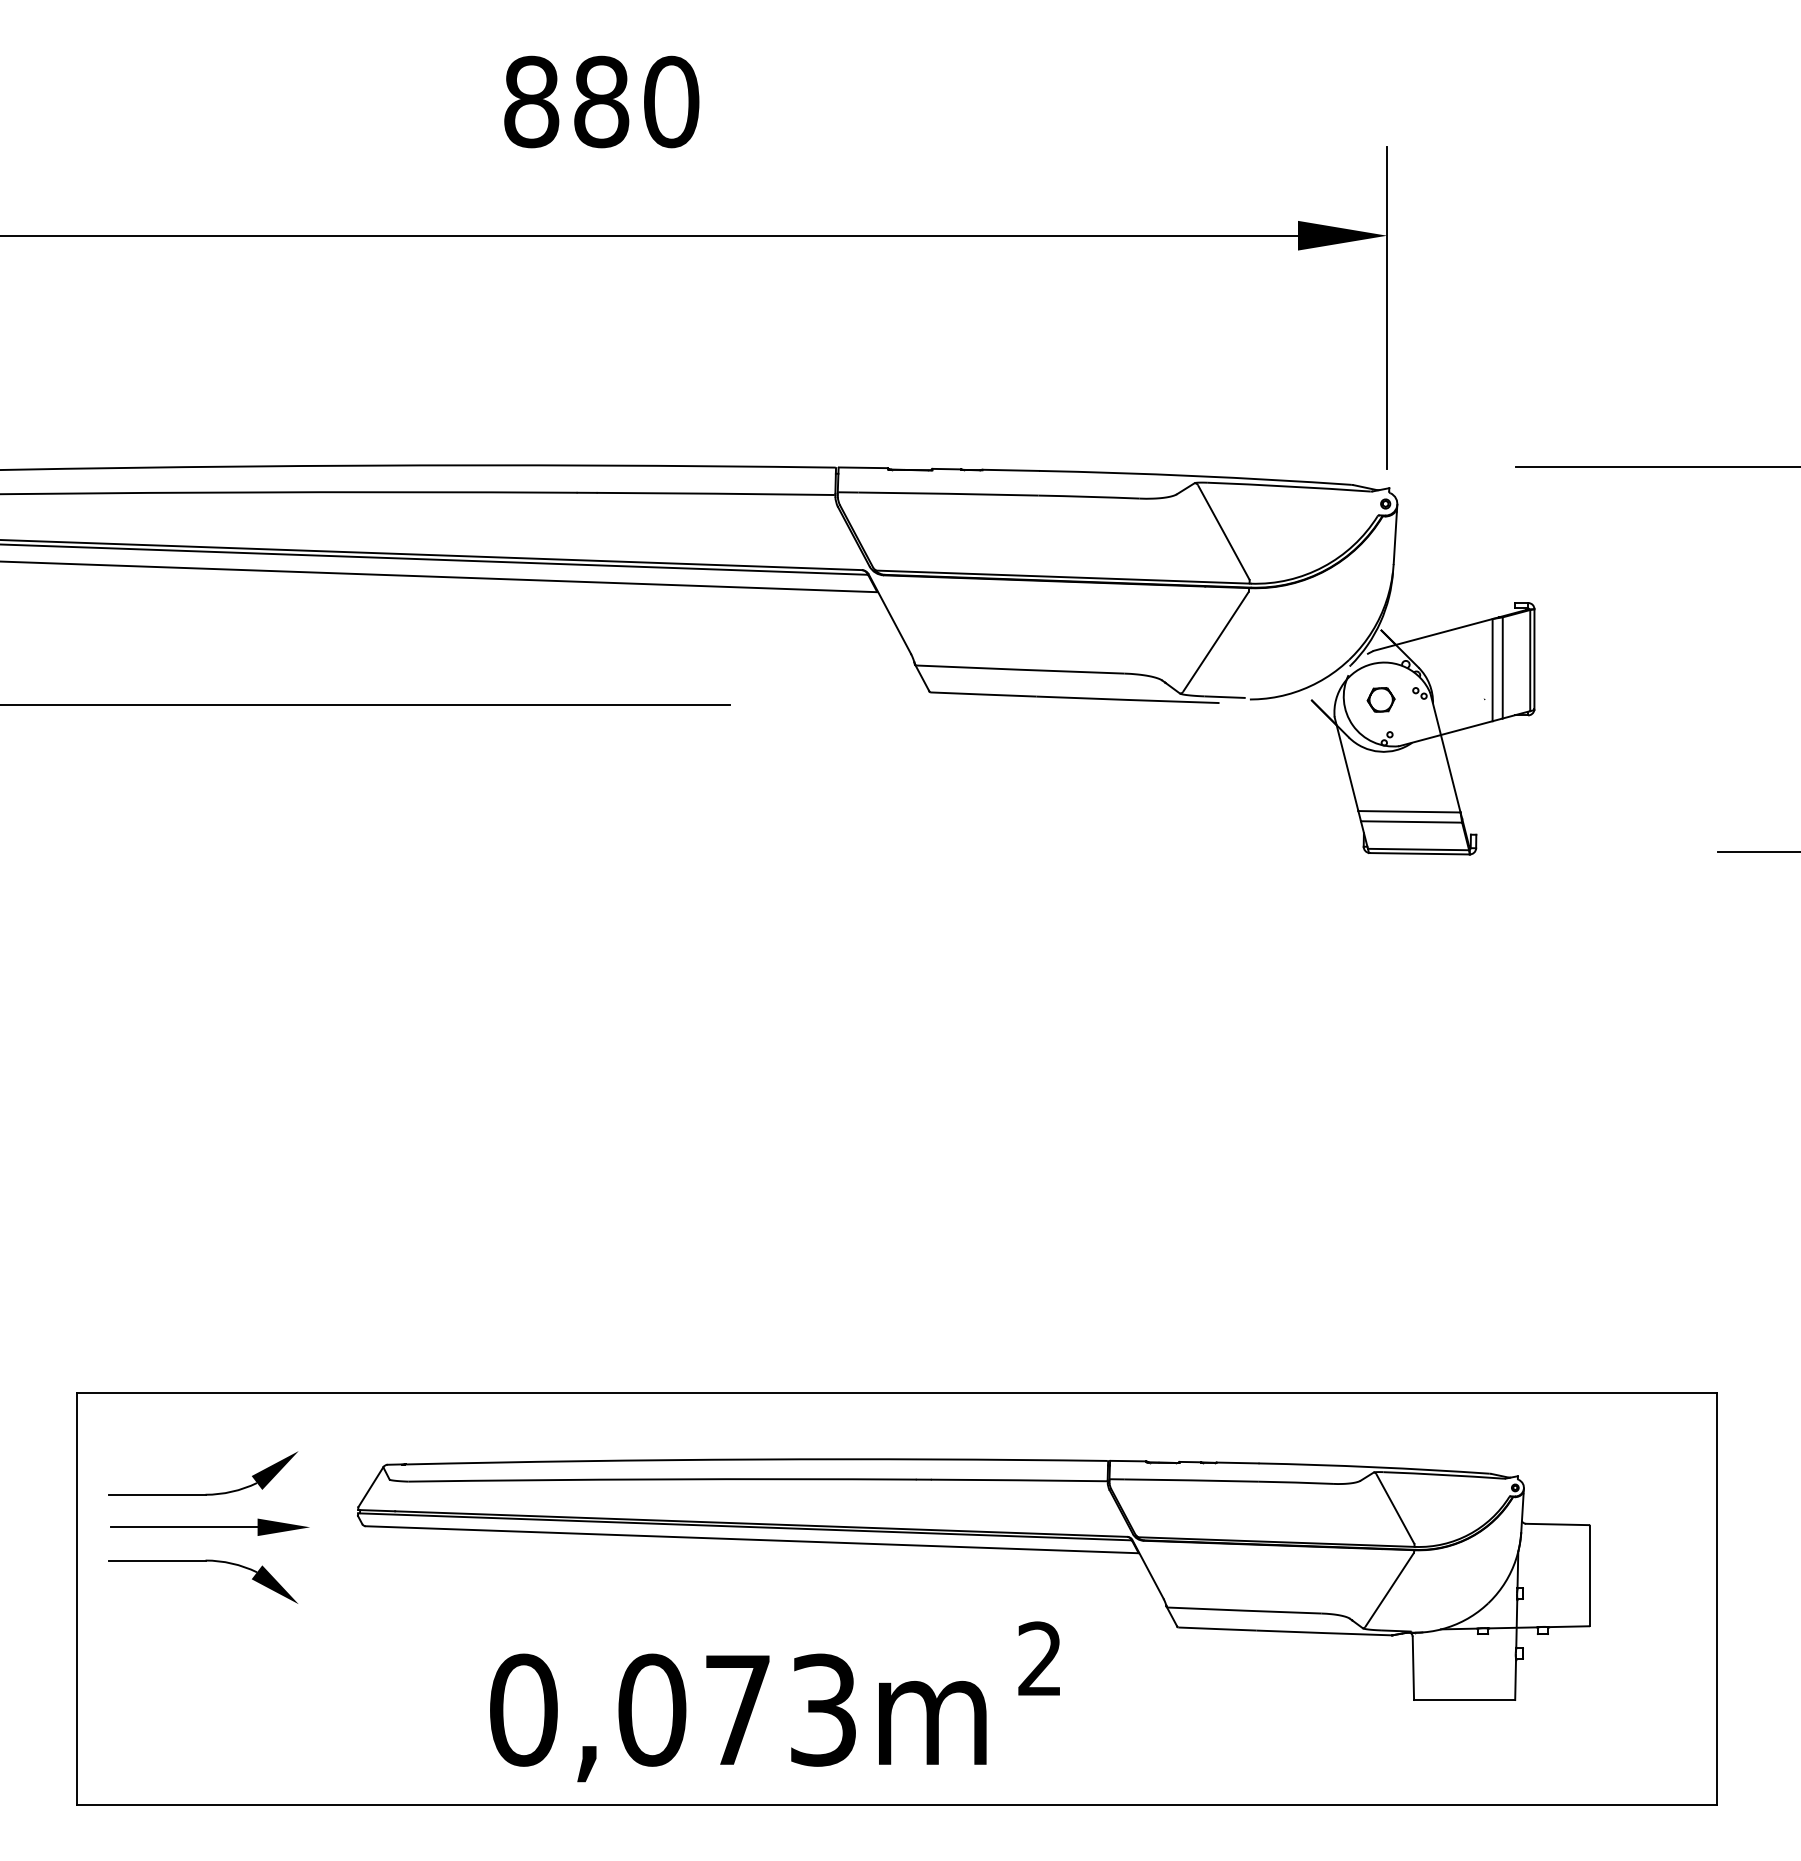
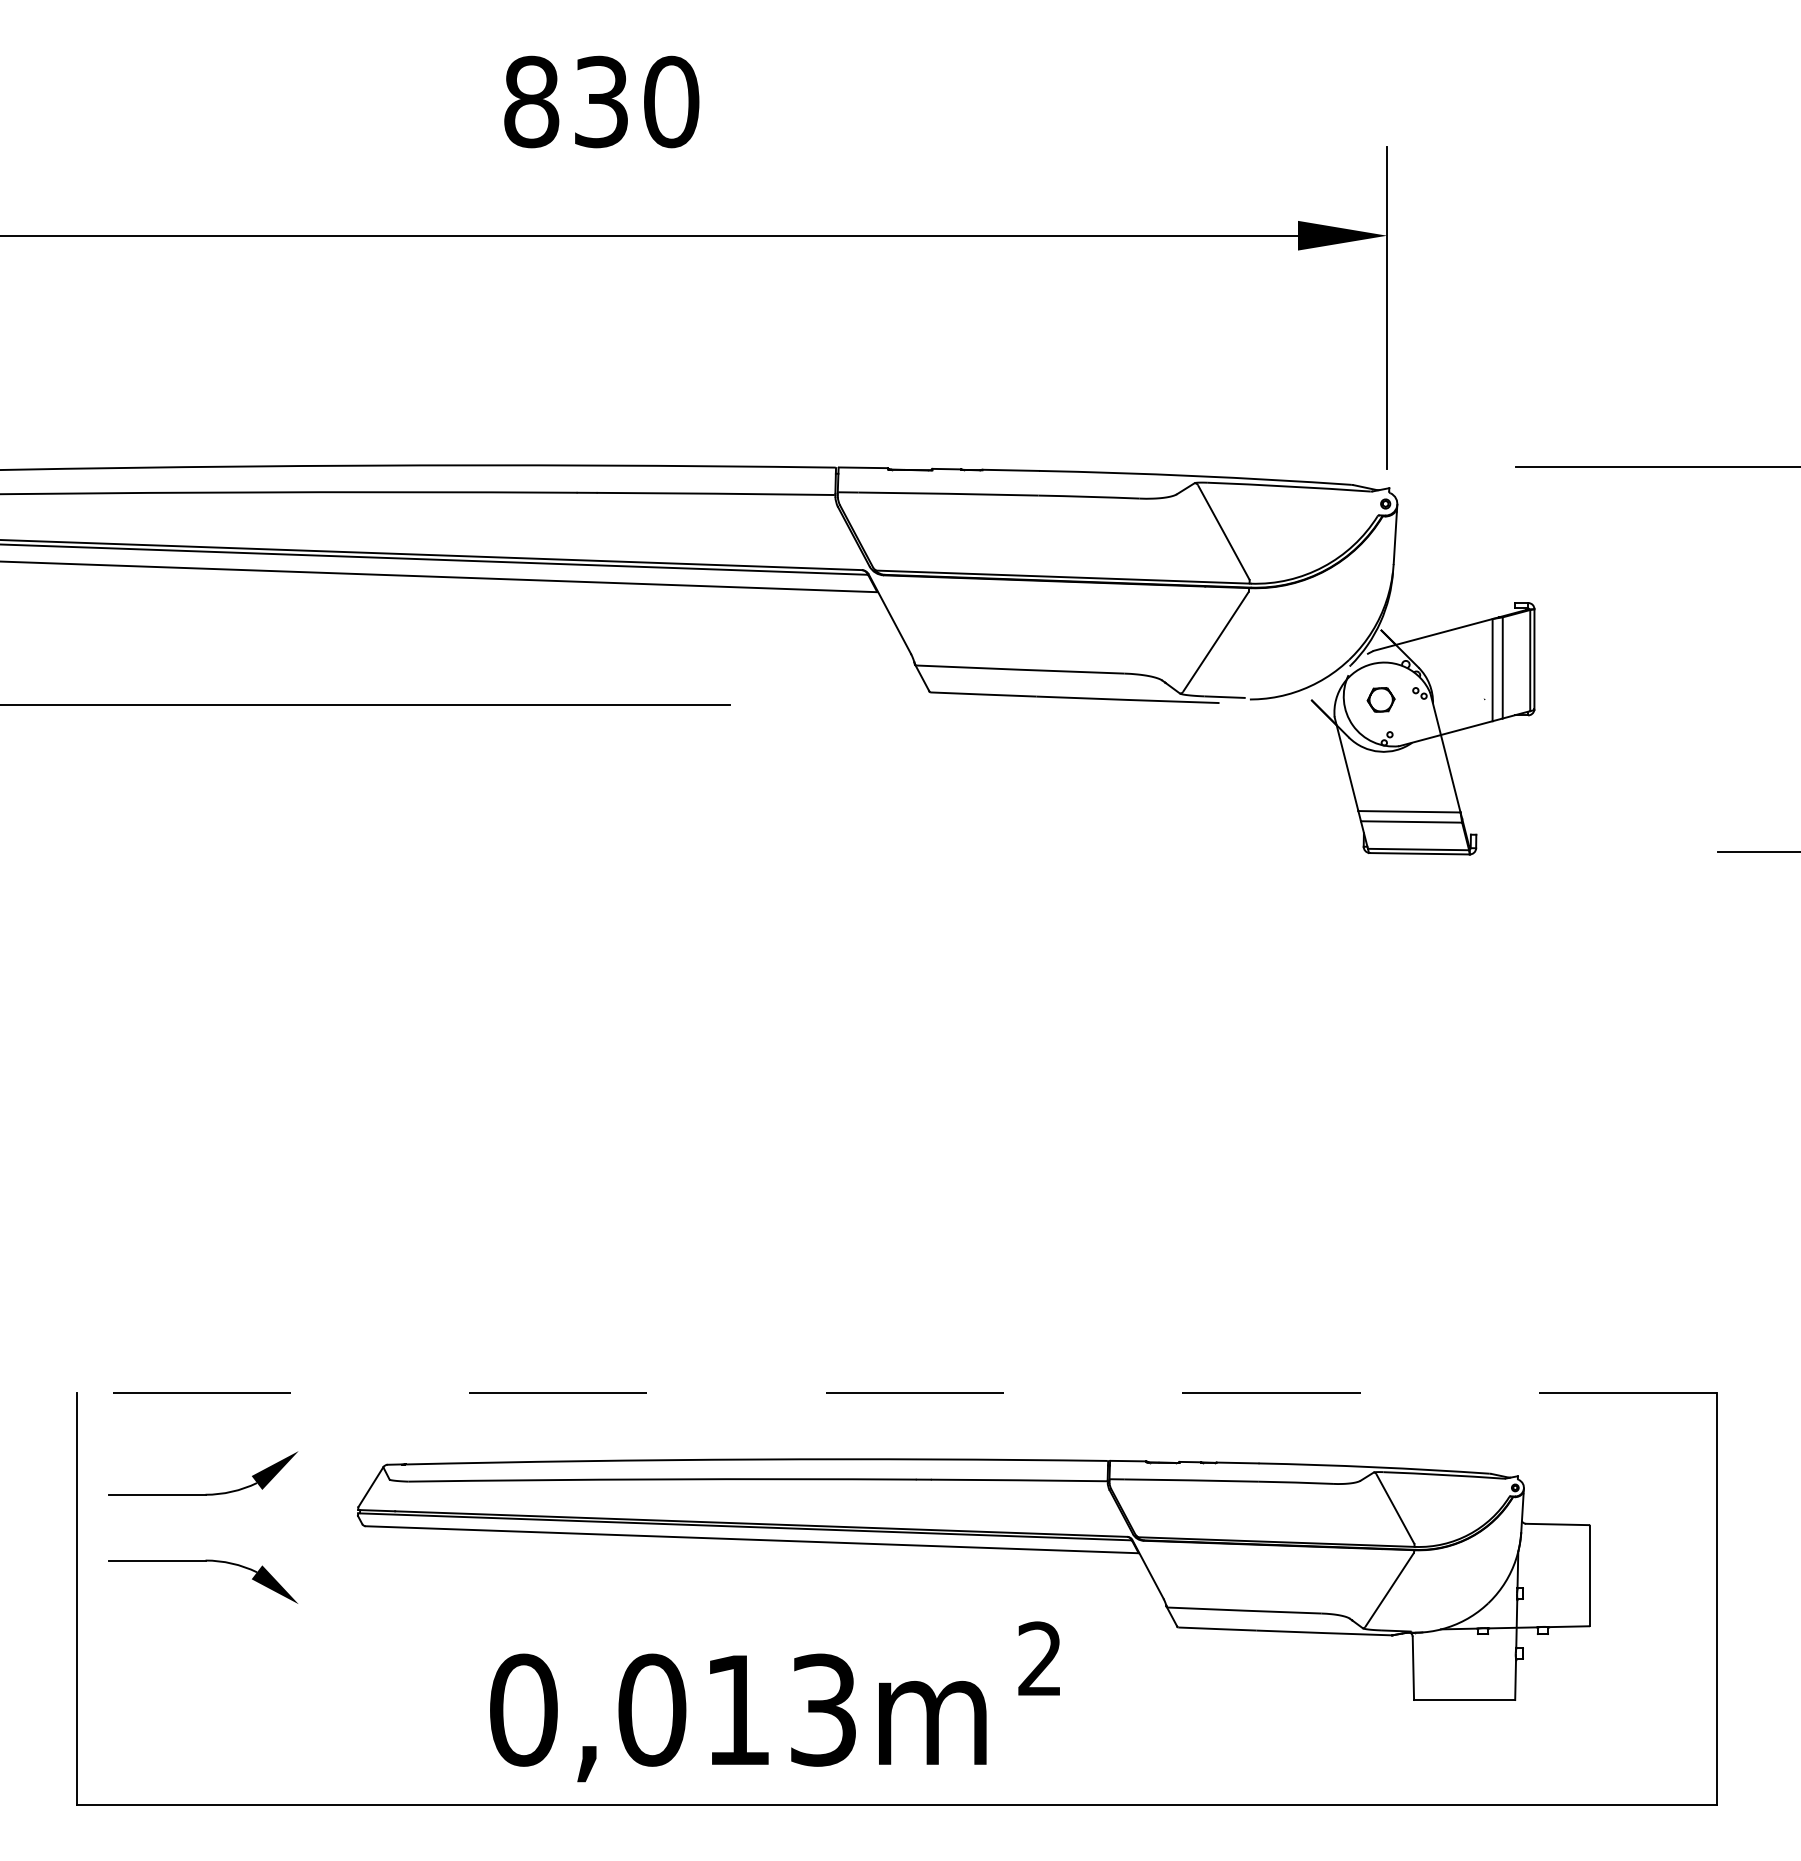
text at (601, 101): 880 -> 830
line at (897, 1393): solid -> dashed
part at (209, 1526): present -> none
text at (737, 1709): 0,073m -> 0,013m
